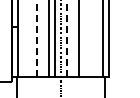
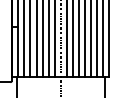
line at (36, 38): dashed -> solid
line at (66, 38): dashed -> solid
line at (24, 39): none -> present
line at (30, 39): none -> present
line at (42, 39): none -> present
line at (73, 39): none -> present
line at (85, 39): none -> present
line at (91, 39): none -> present
line at (97, 39): none -> present
